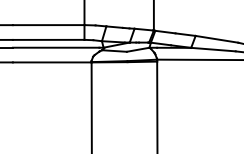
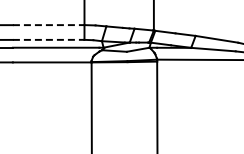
line at (48, 25): solid -> dashed
line at (48, 39): solid -> dashed
